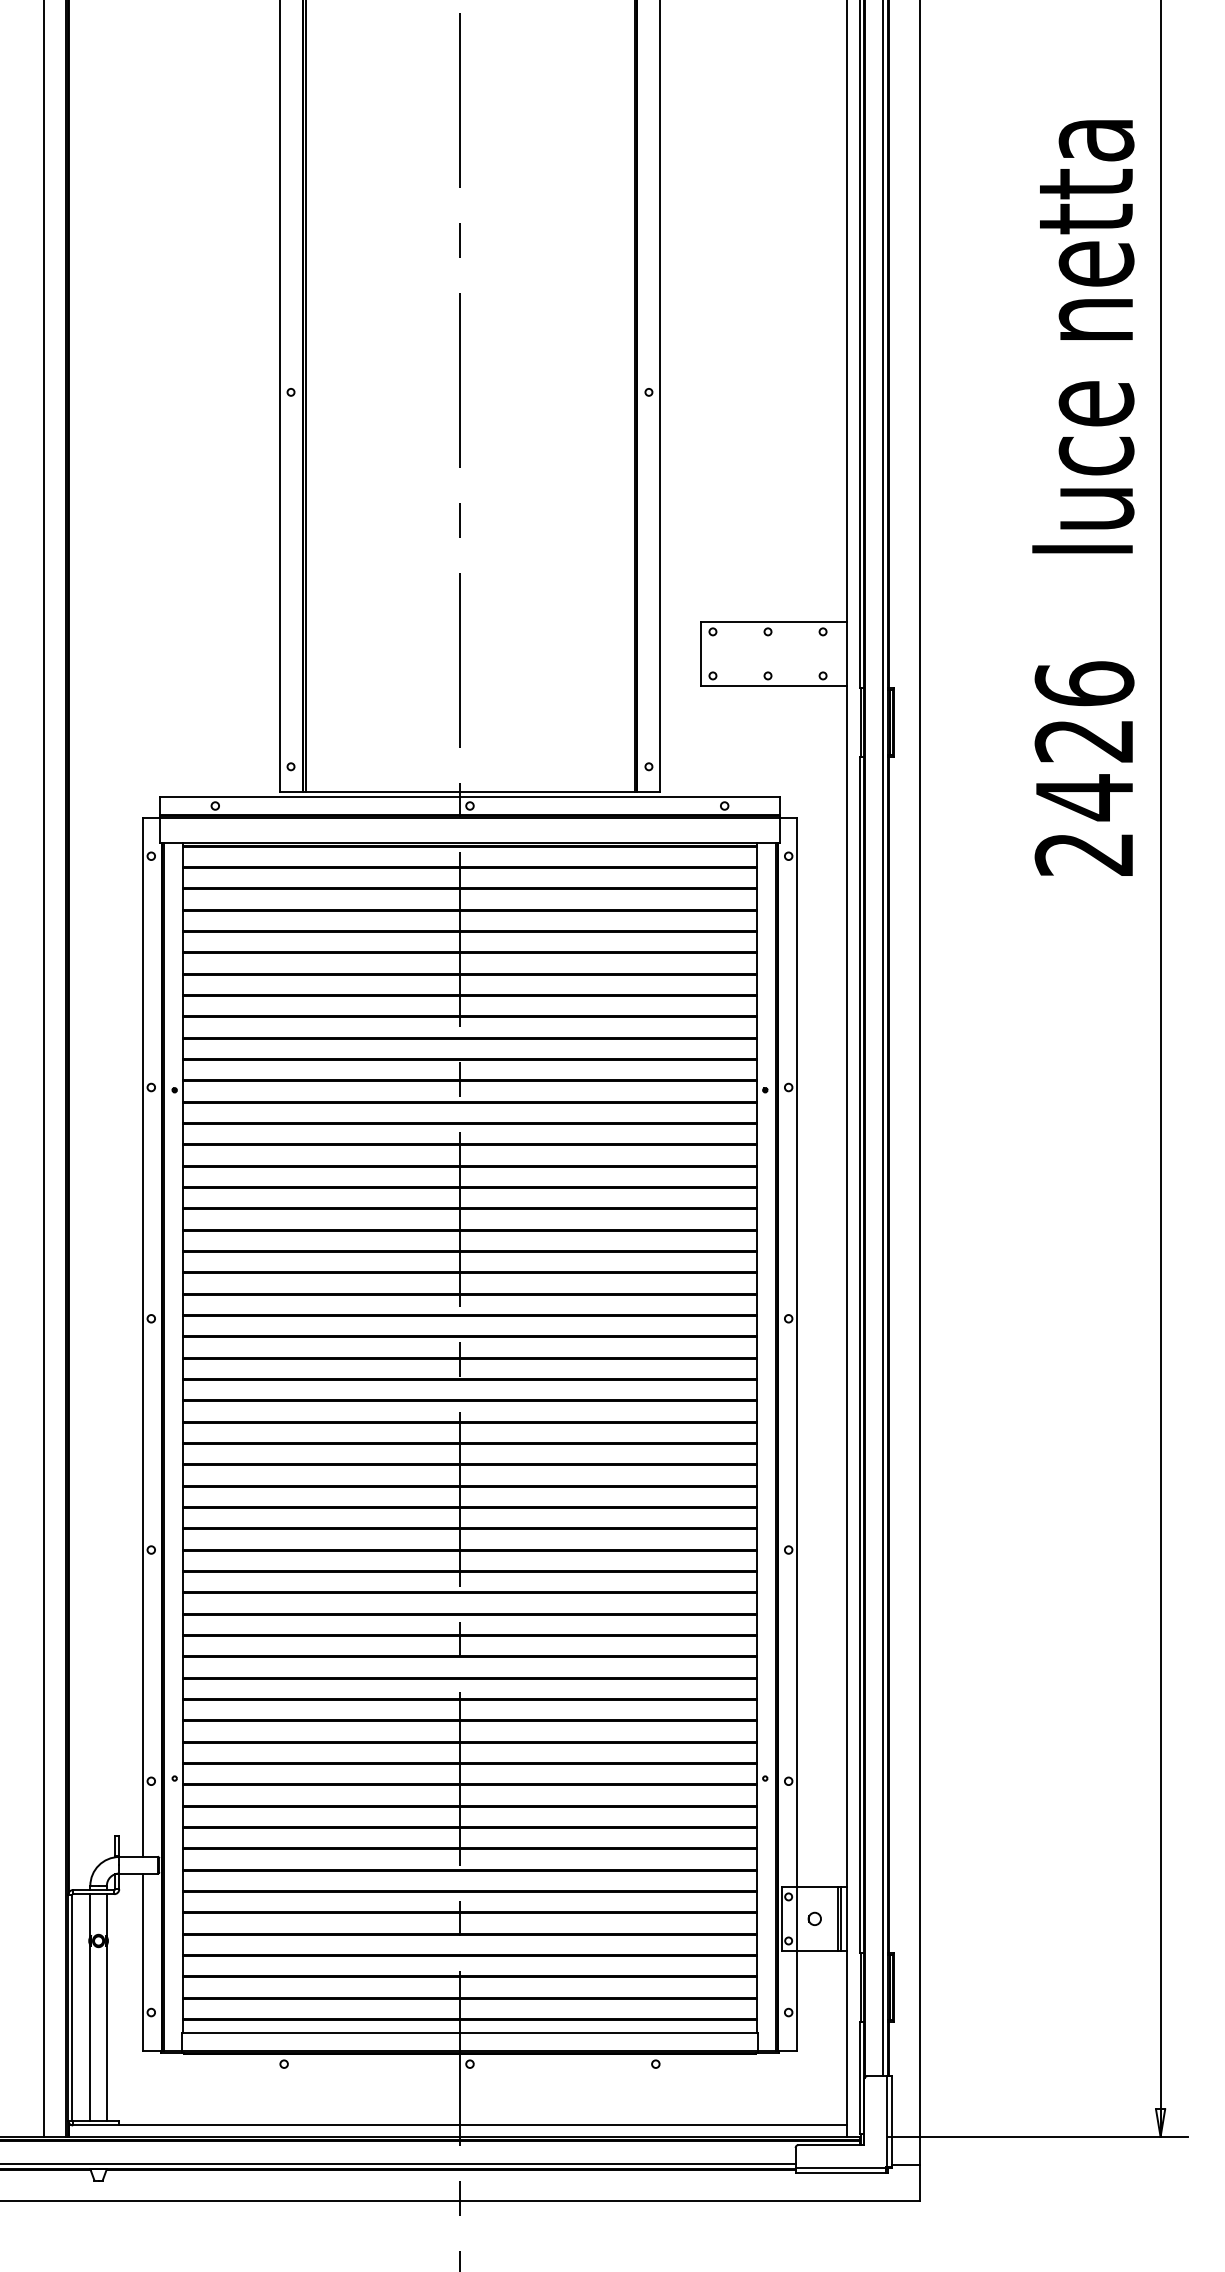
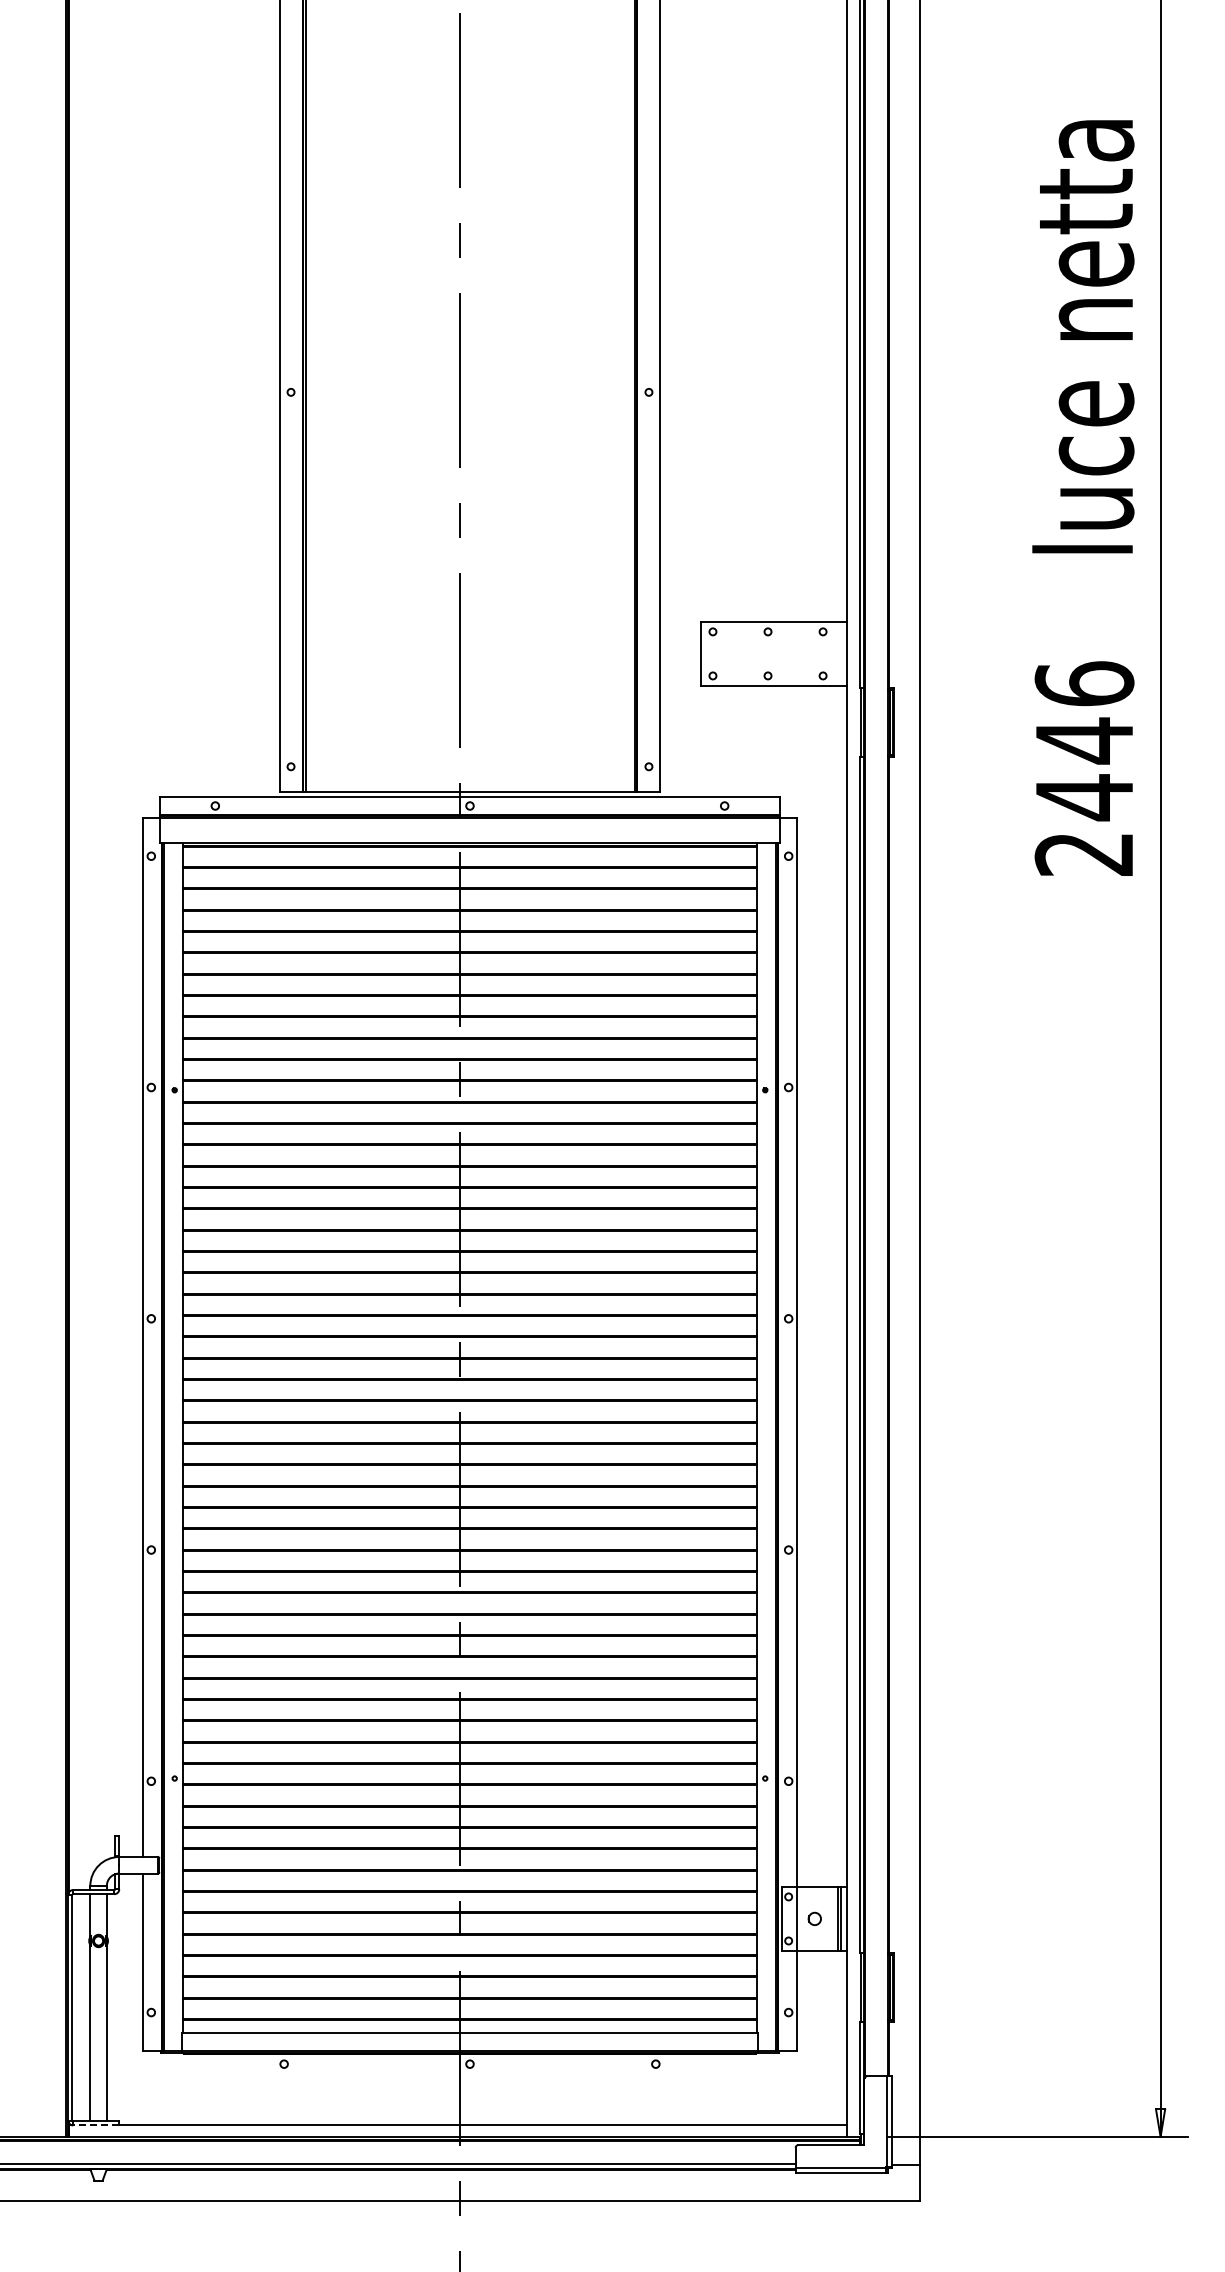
text at (1083, 740): 2426 -> 2446
line at (883, 1039): present -> none
line at (43, 1069): present -> none
line at (95, 2125): solid -> dashed
